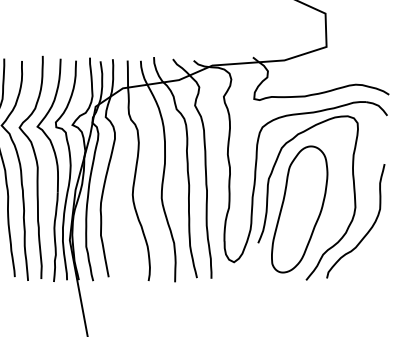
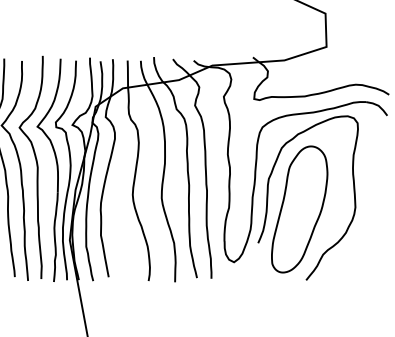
curve at (367, 231): present -> none
